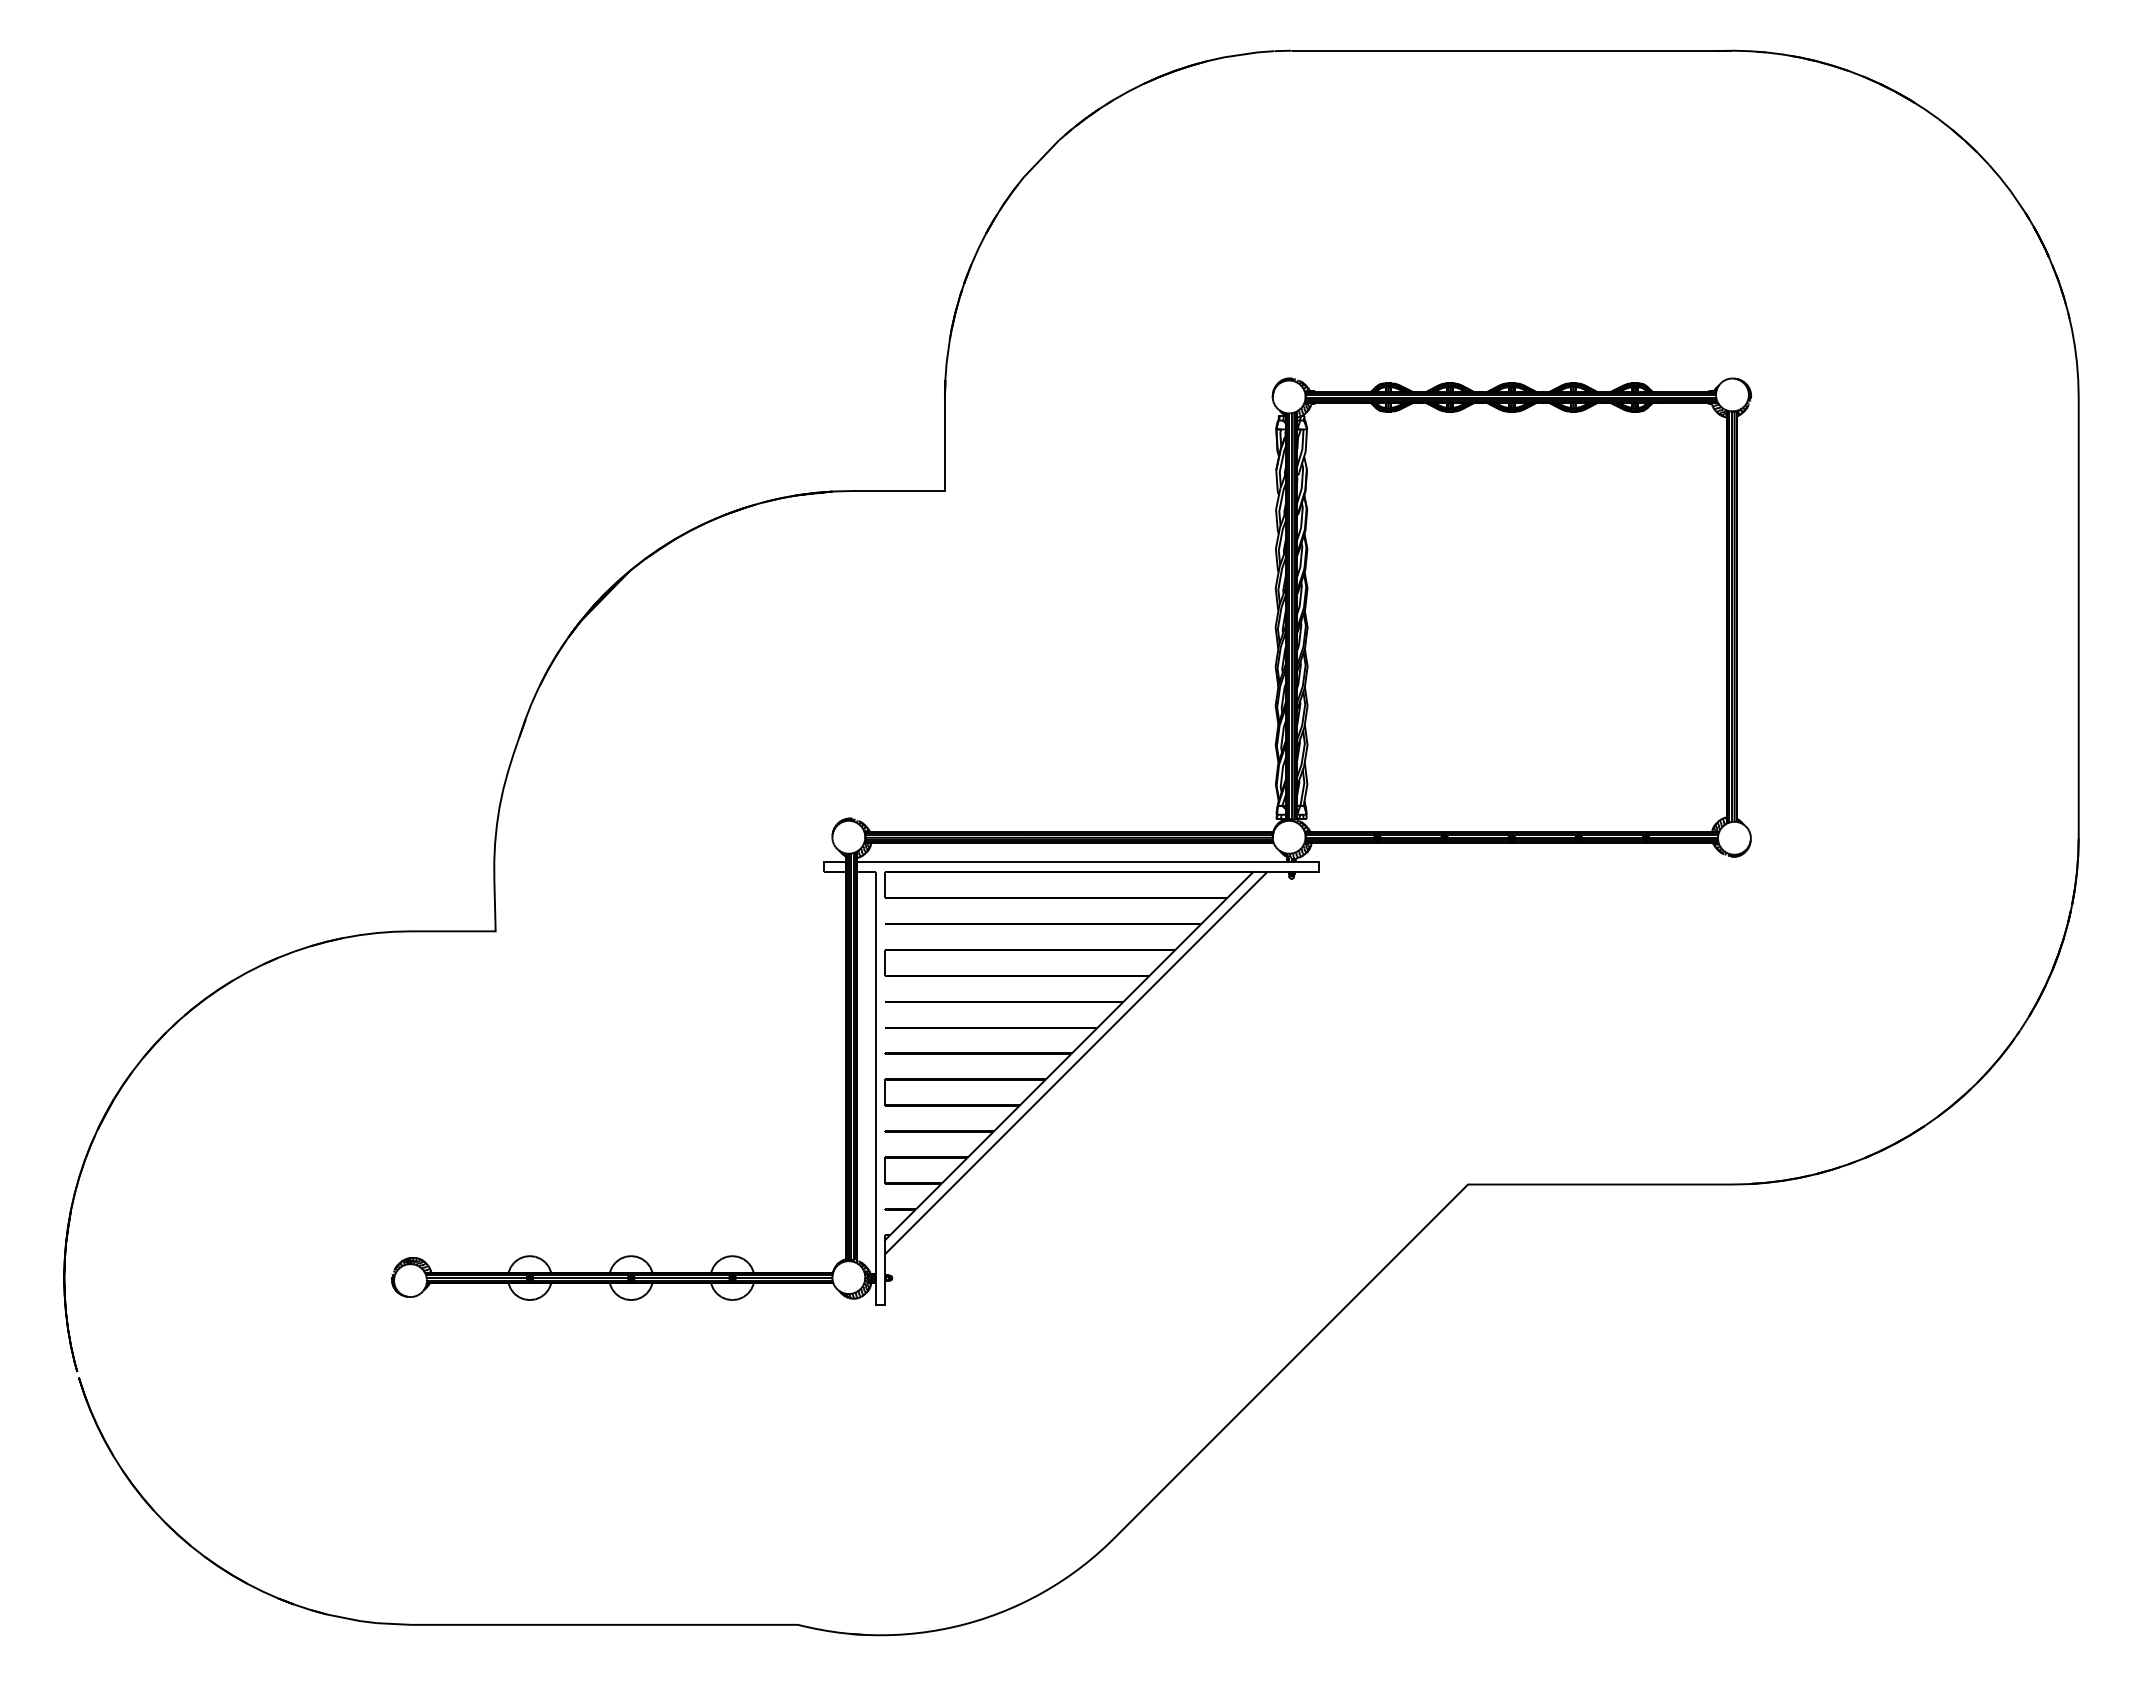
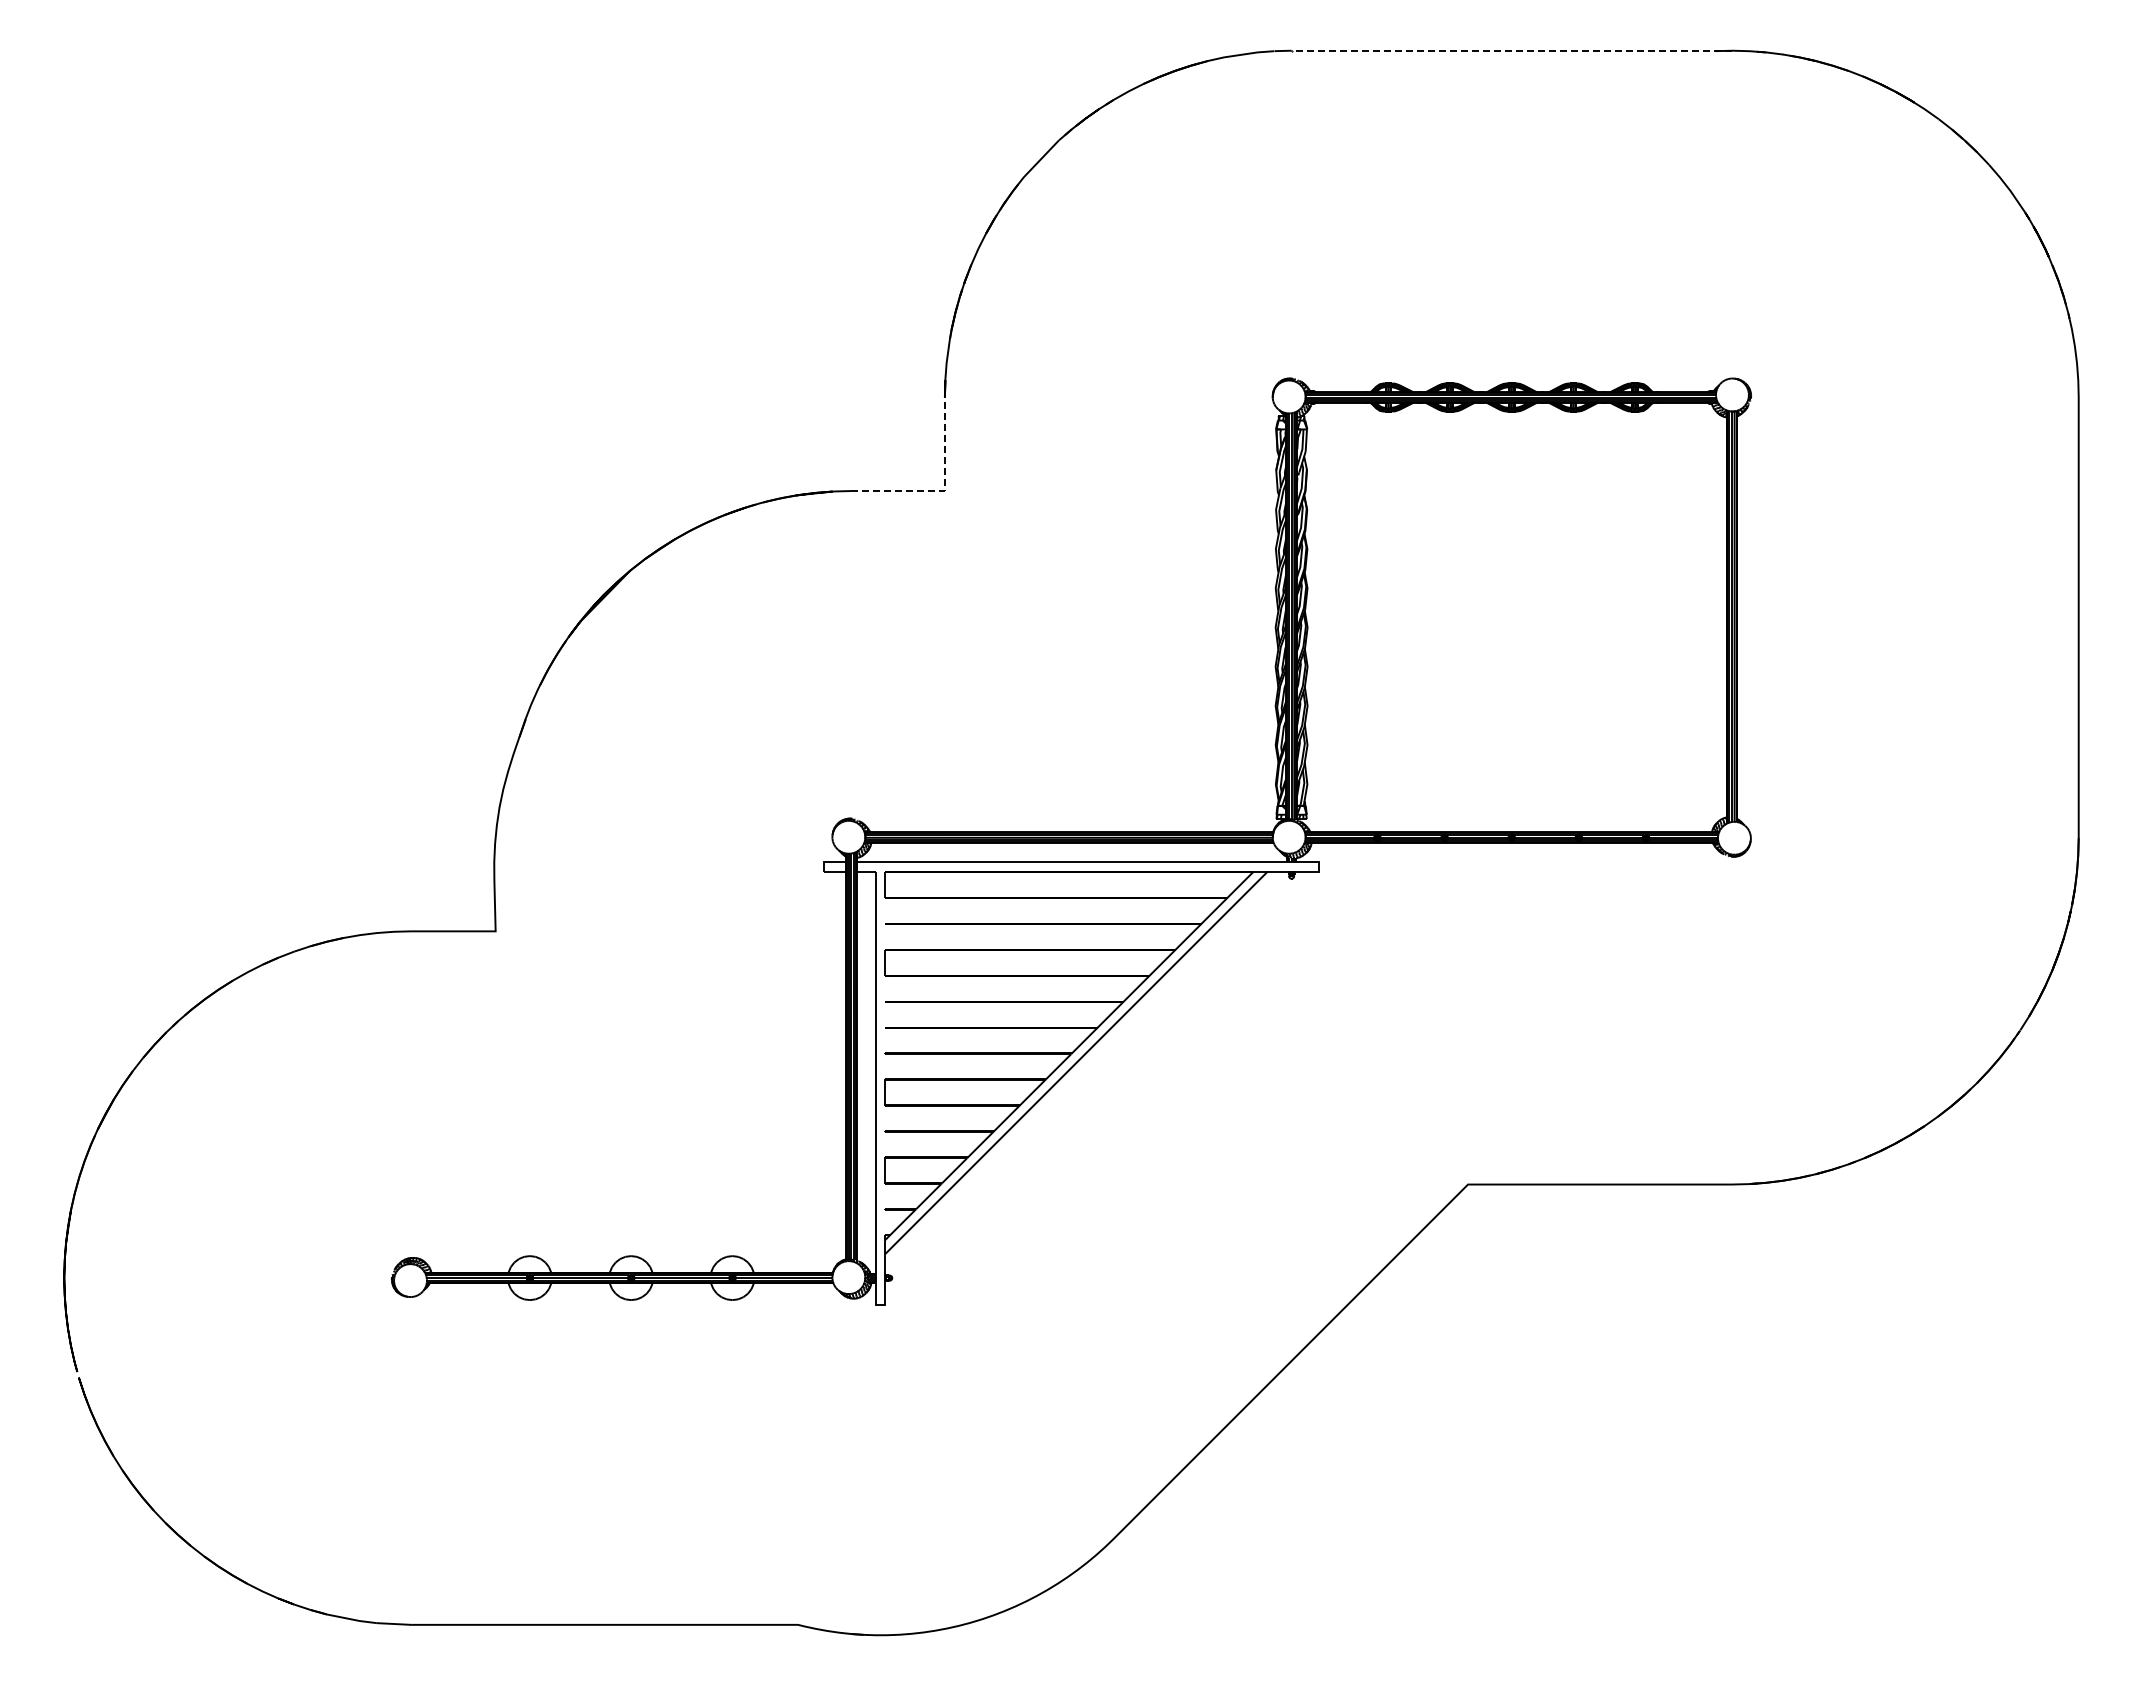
line at (1510, 50): solid -> dashed
line at (944, 490): solid -> dashed
